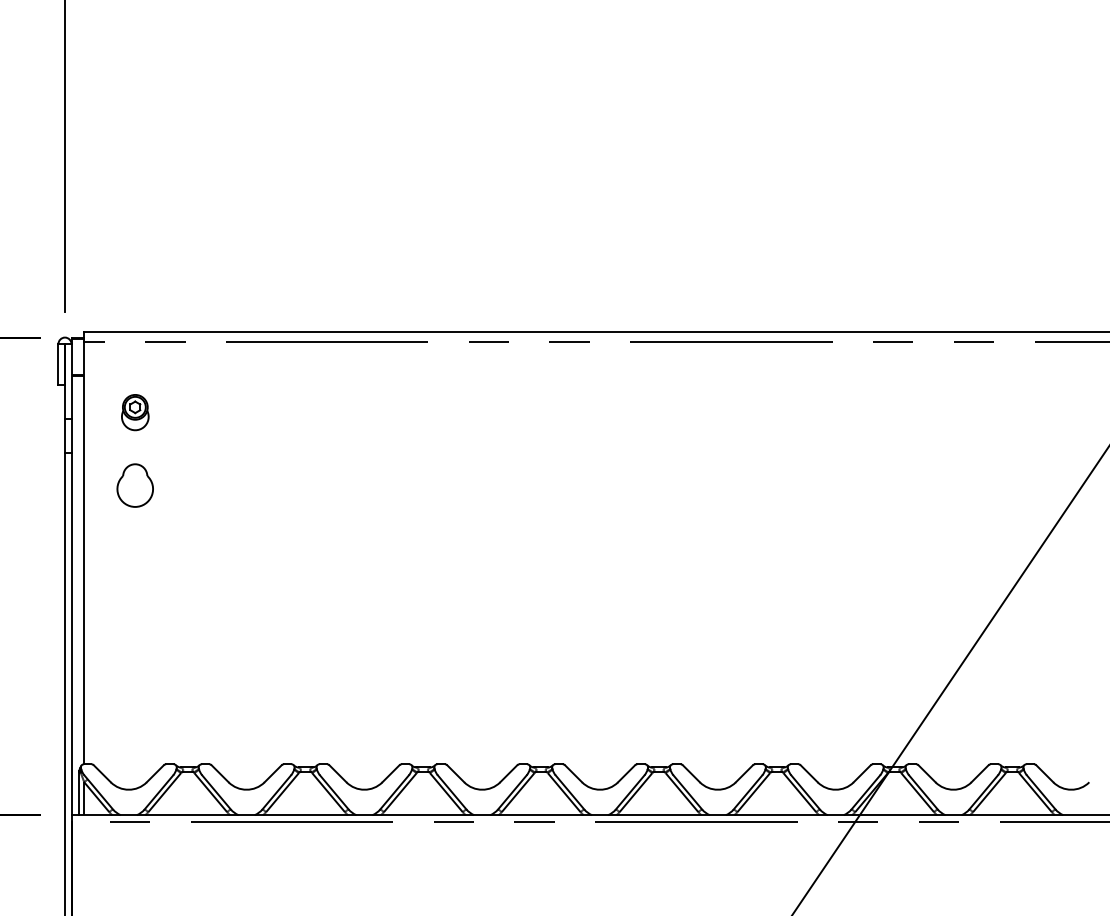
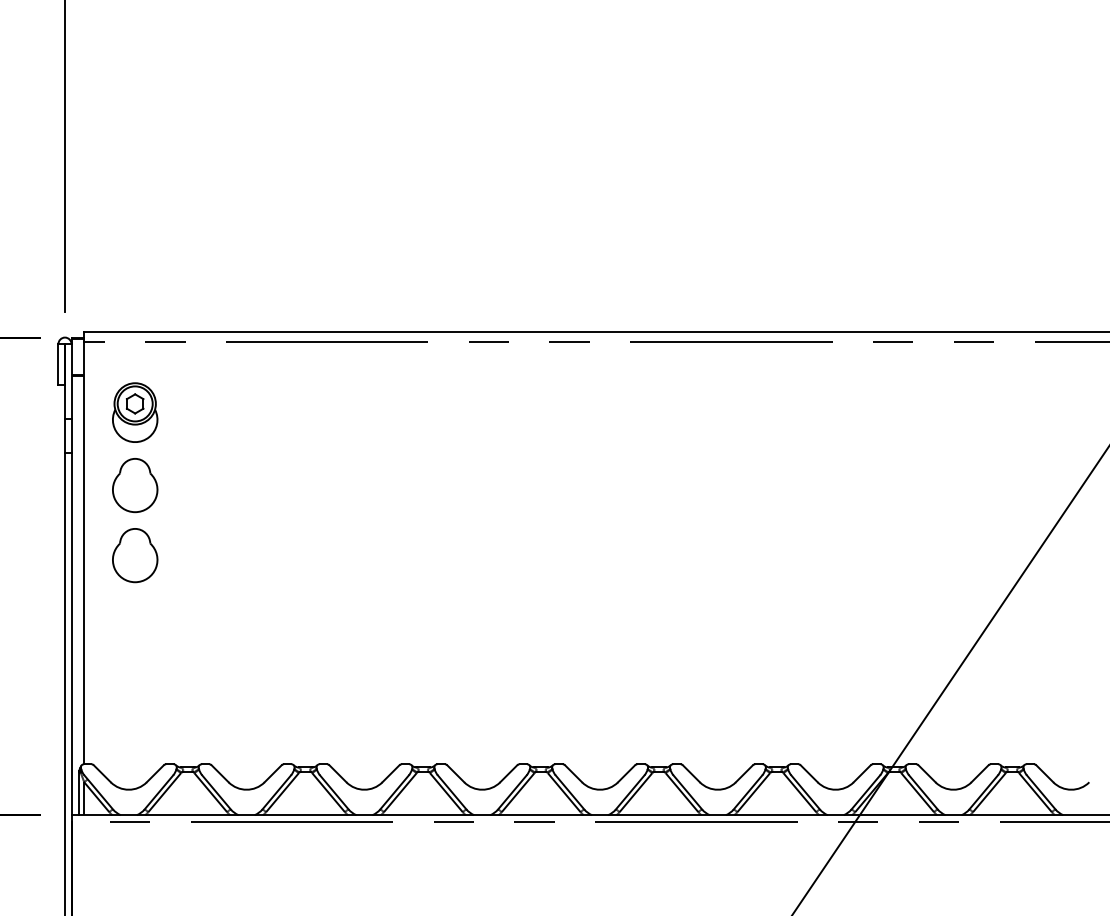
part at (135, 412) size: 29x38 px -> 47x61 px
part at (134, 485) size: 38x45 px -> 47x56 px
part at (135, 555): none -> present
